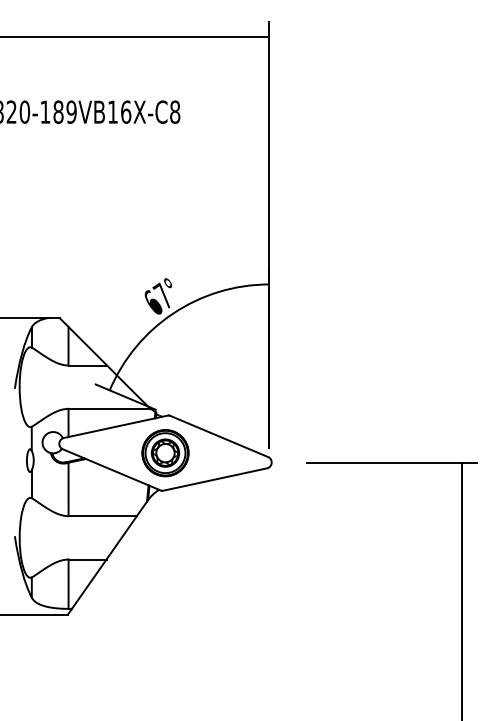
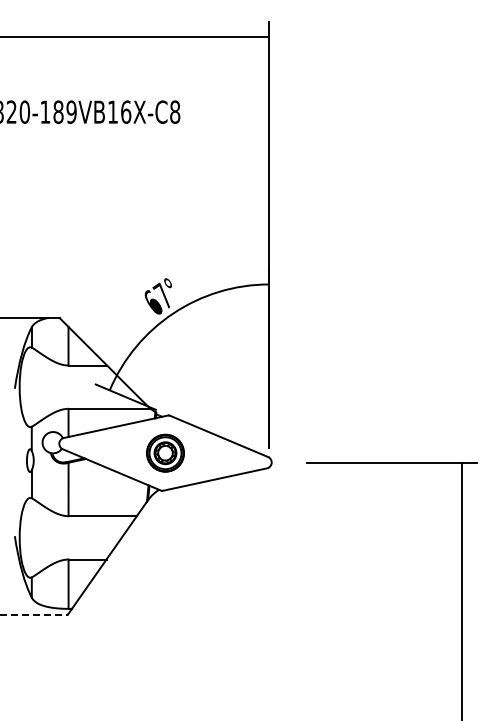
part at (165, 453) size: 49x49 px -> 39x40 px
line at (33, 614): solid -> dashed
